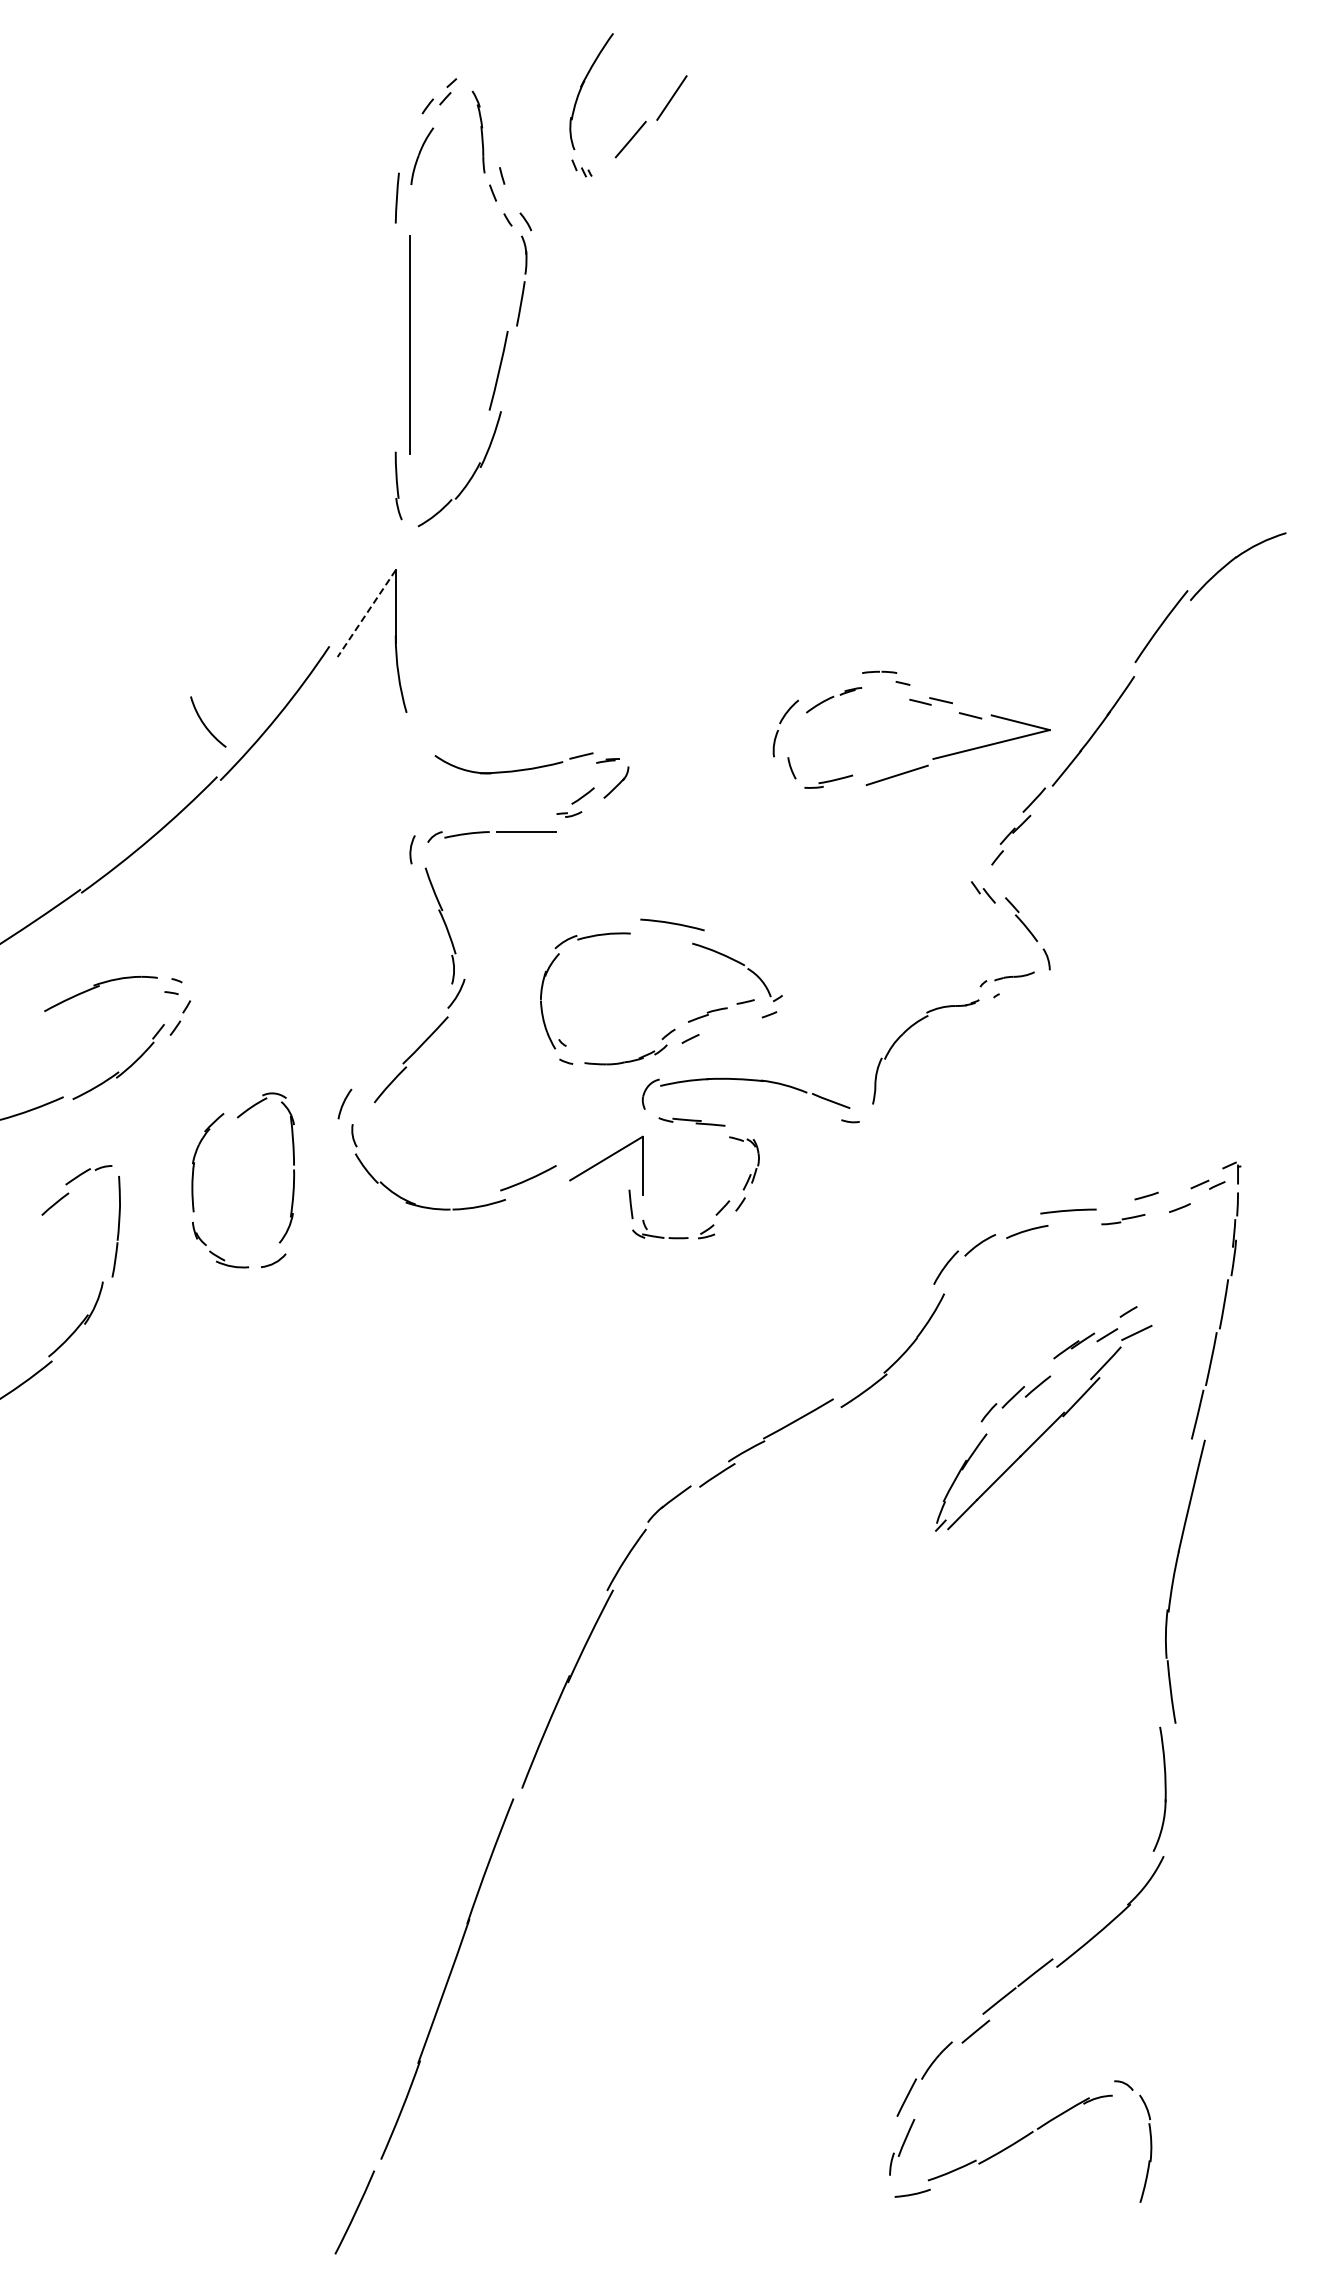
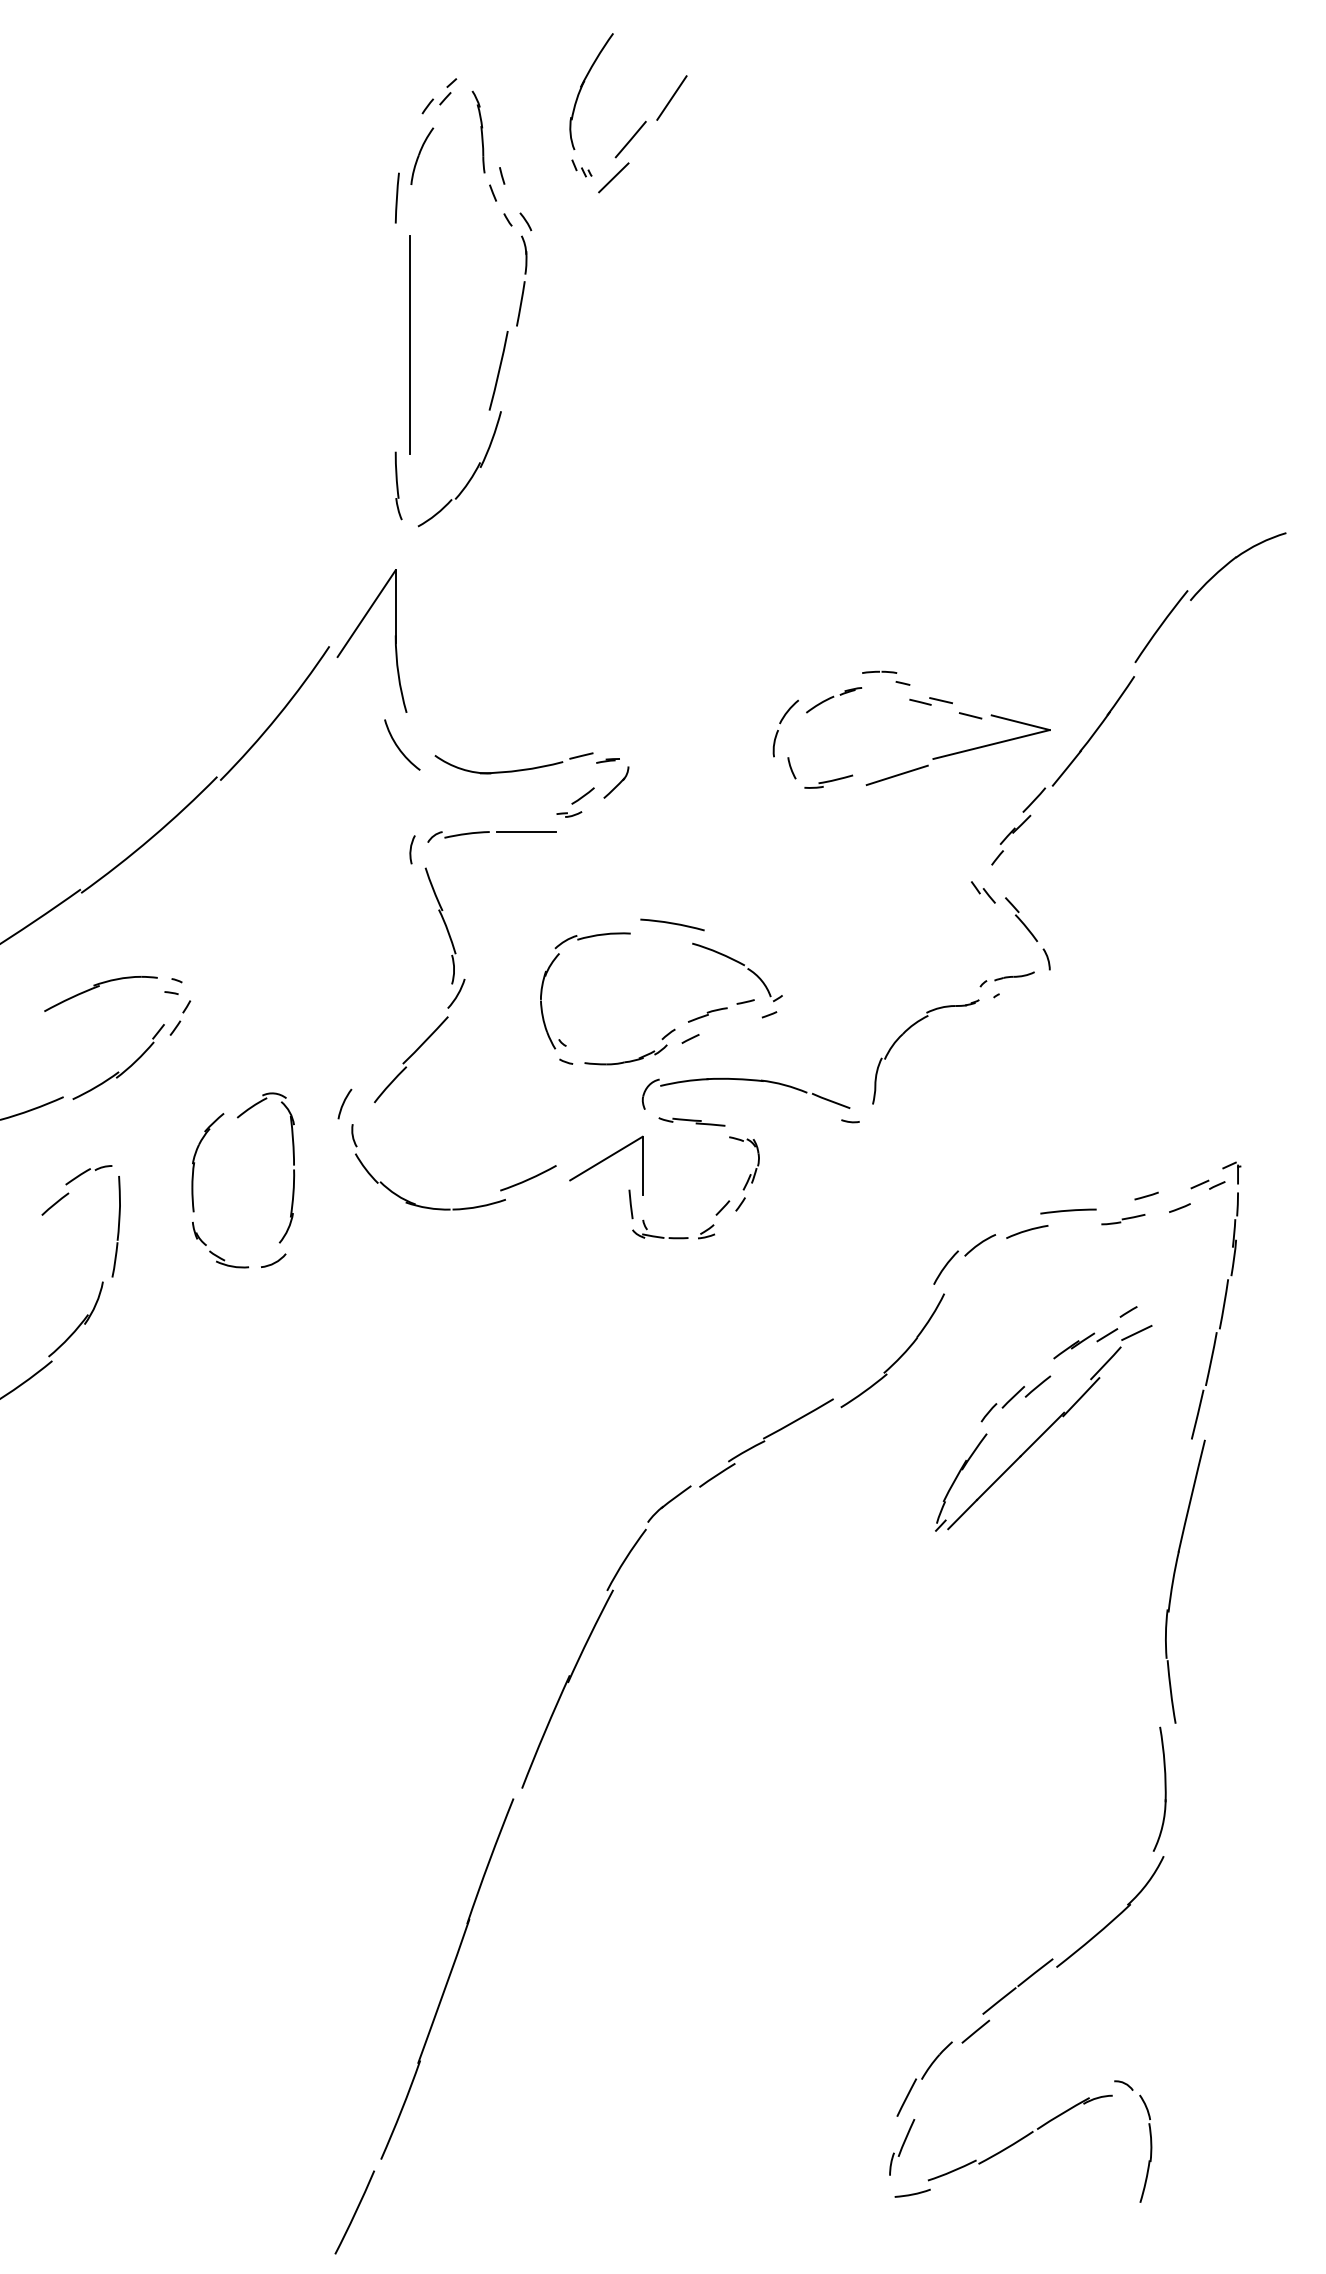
line at (613, 177): none -> present
line at (366, 614): dashed -> solid
curve at (205, 724) position: (205, 724) -> (399, 747)
